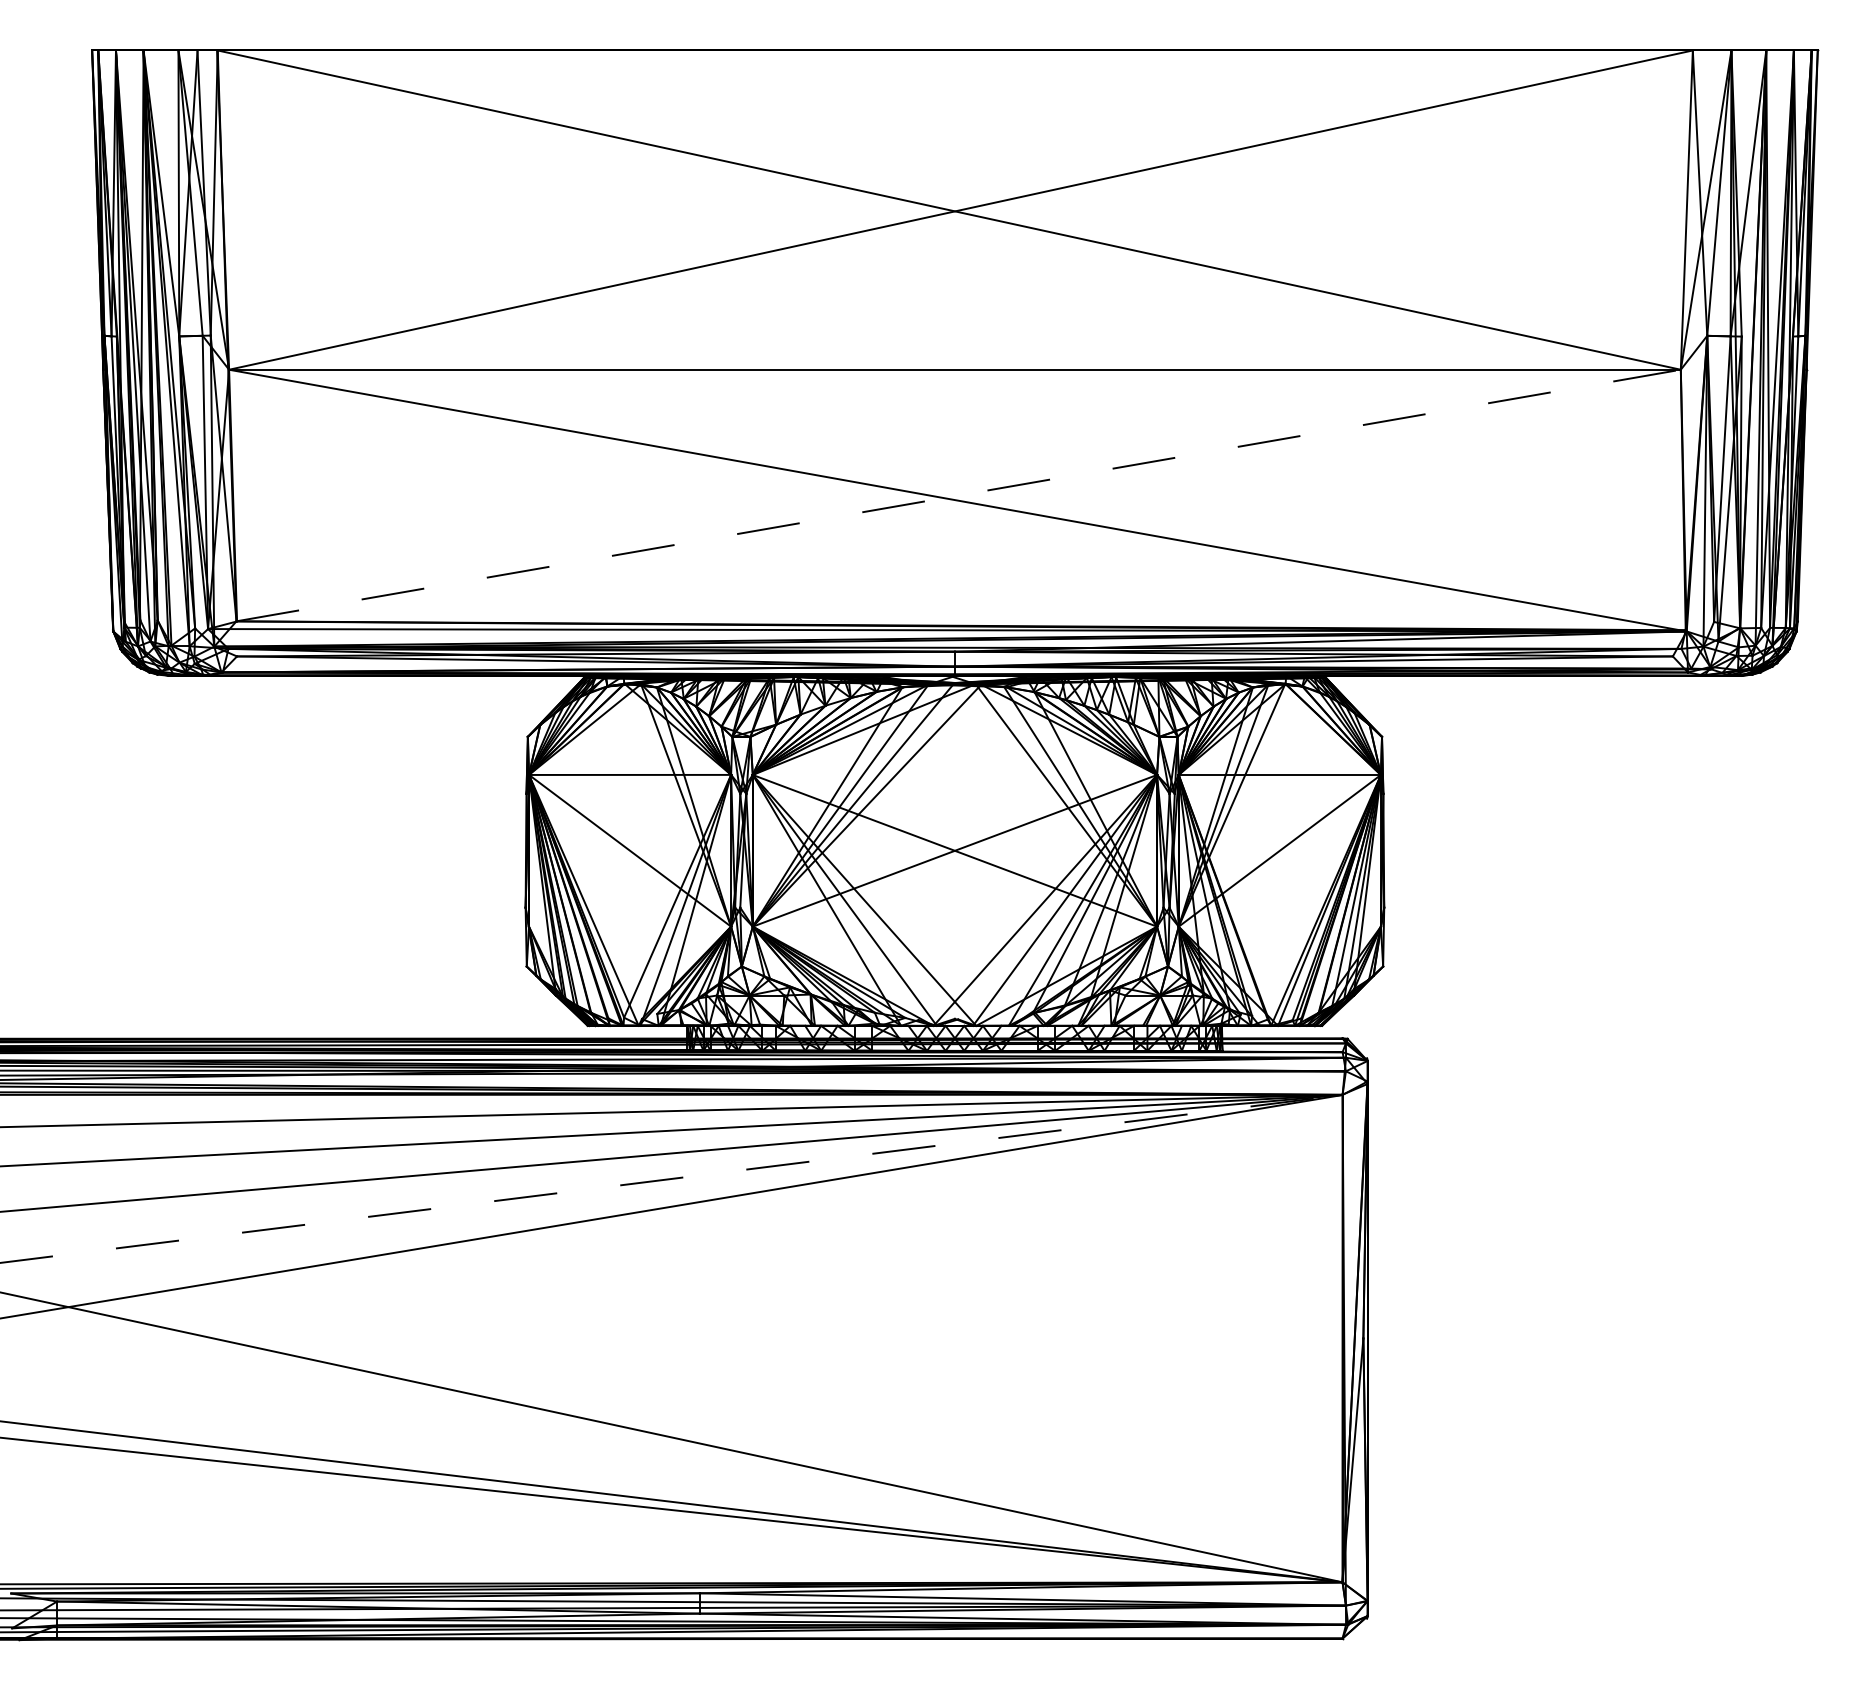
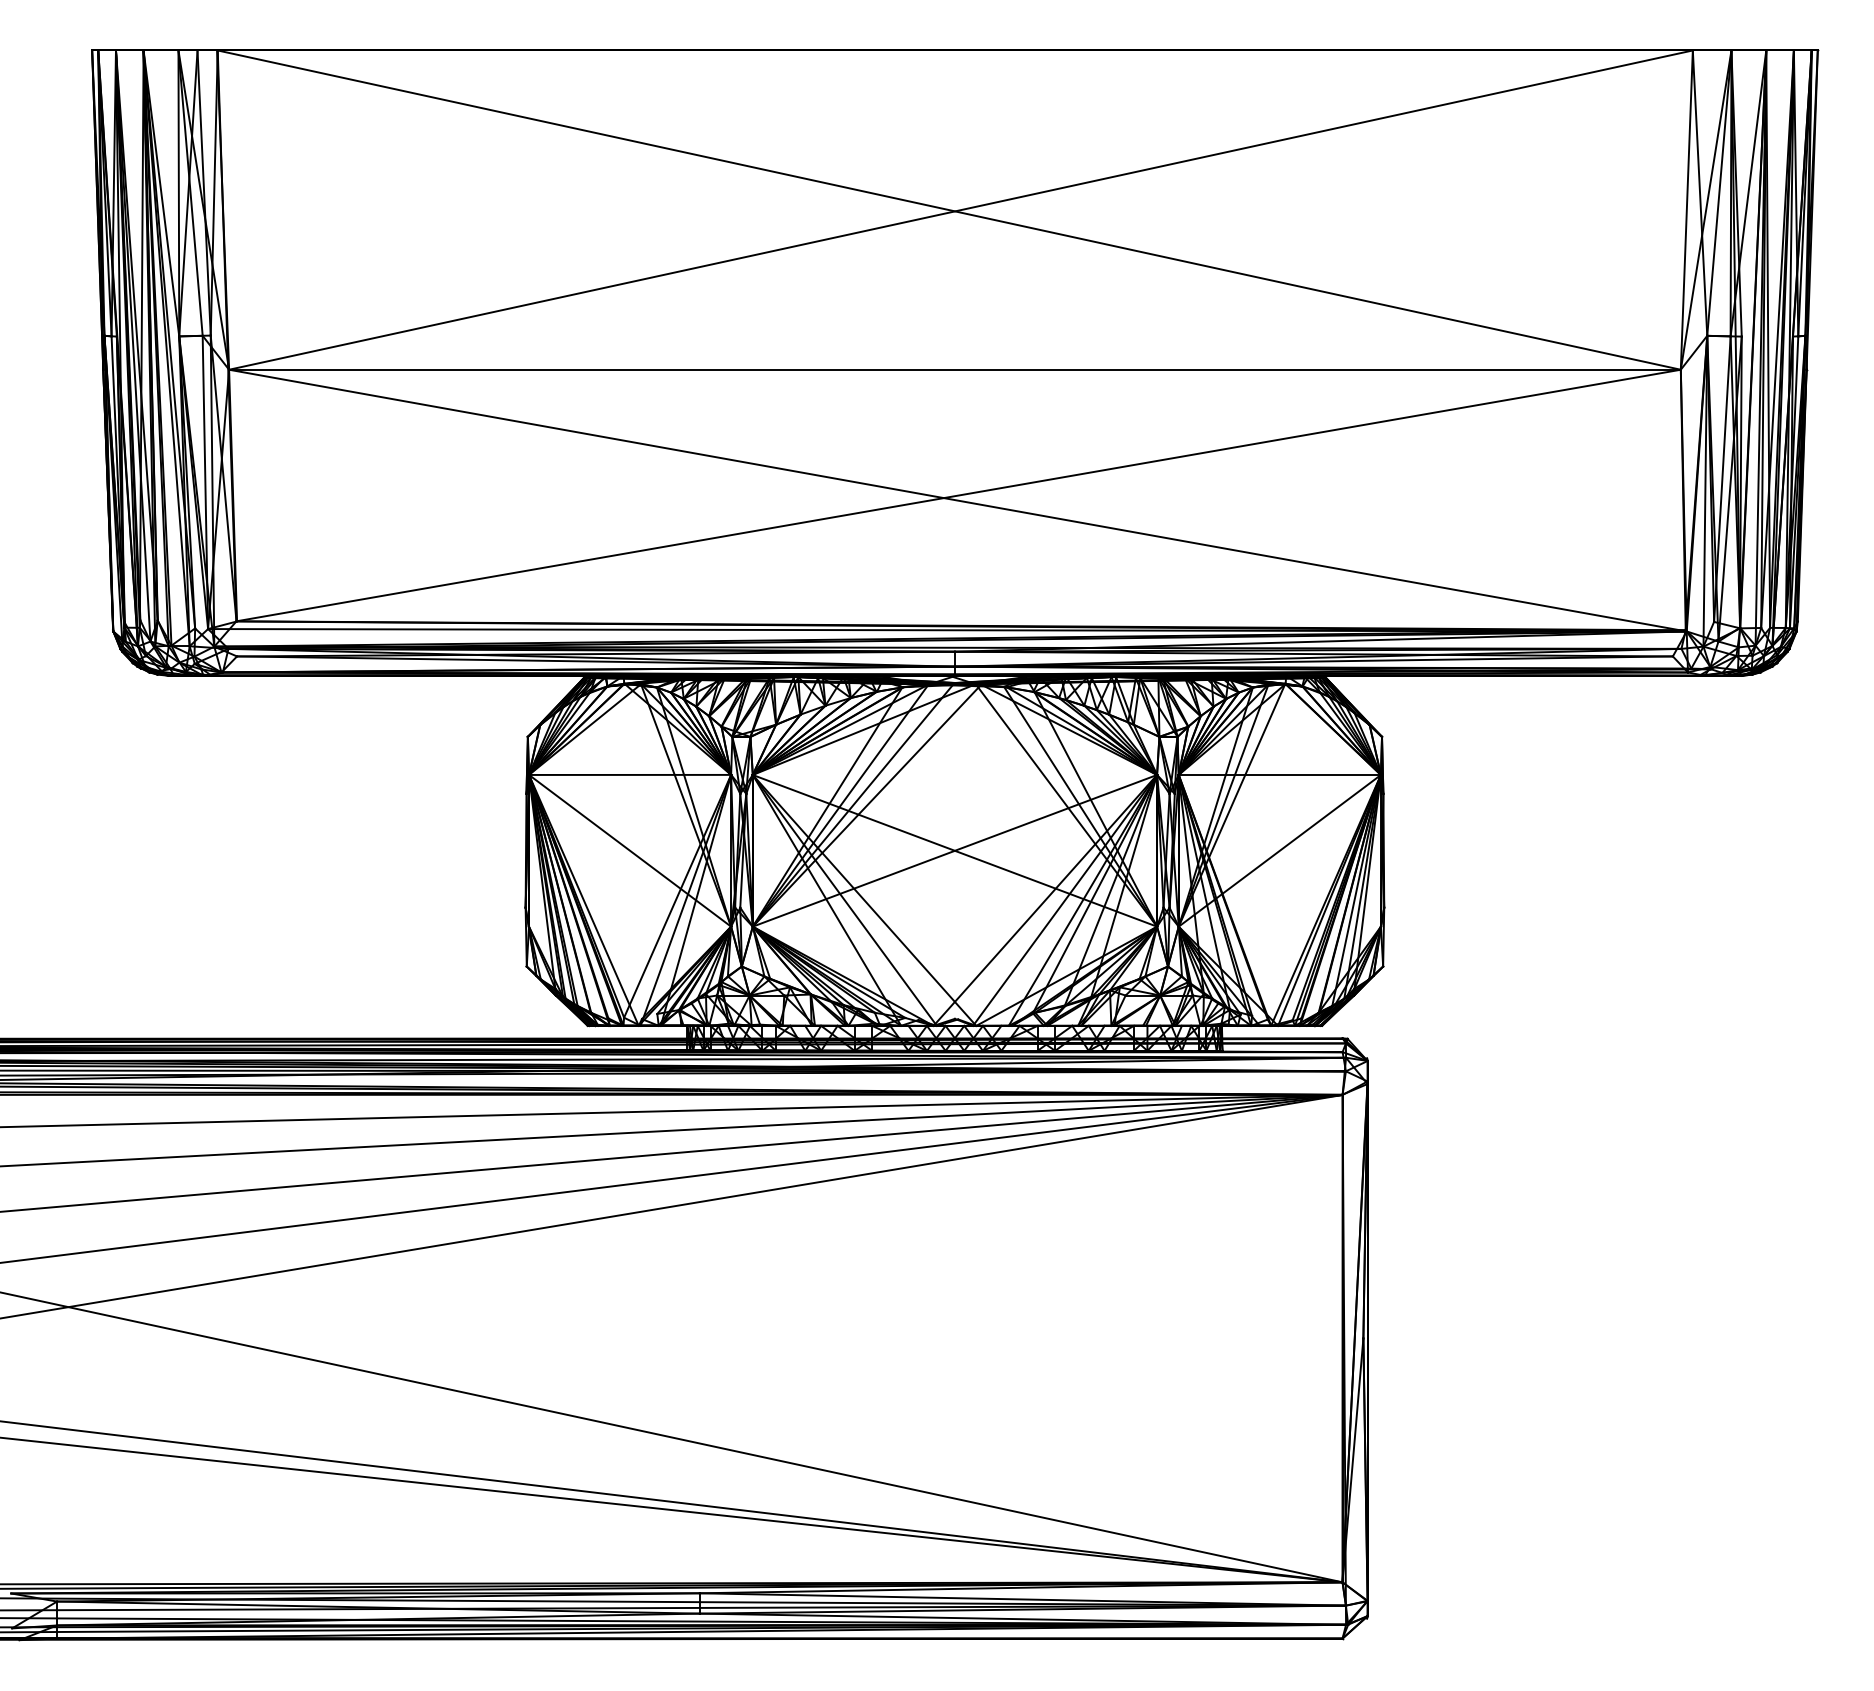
line at (959, 495): dashed -> solid
line at (672, 1178): dashed -> solid
